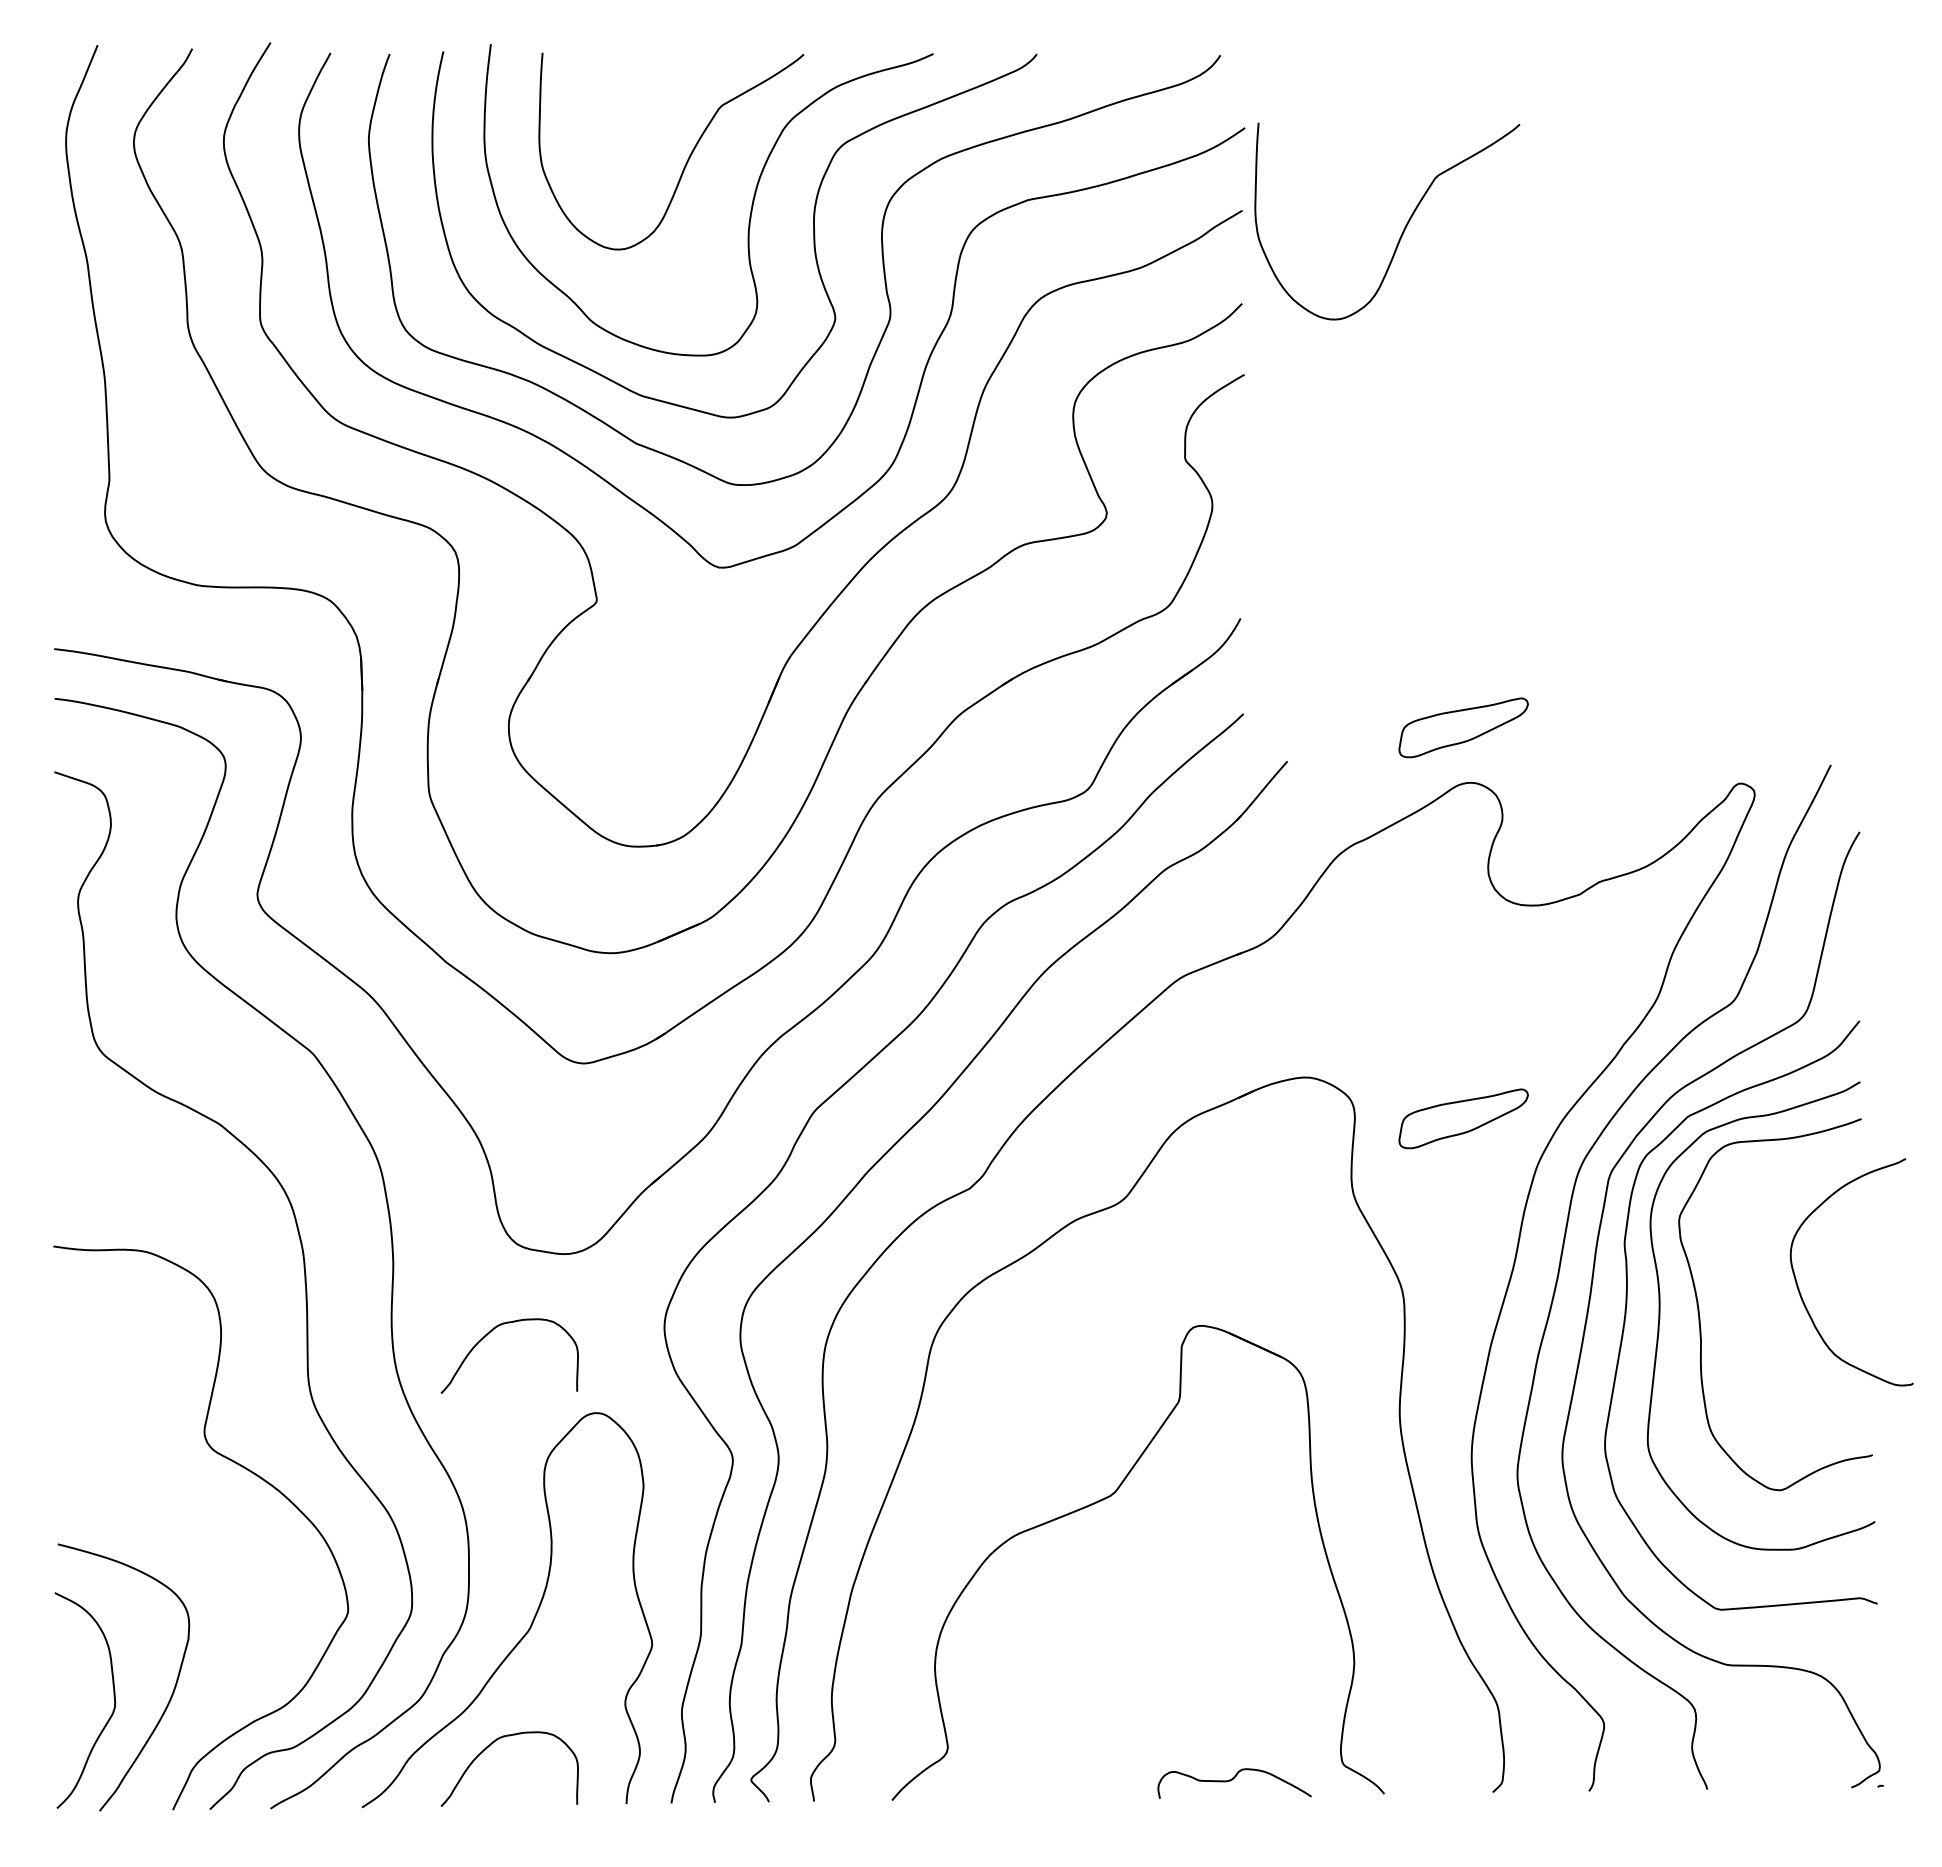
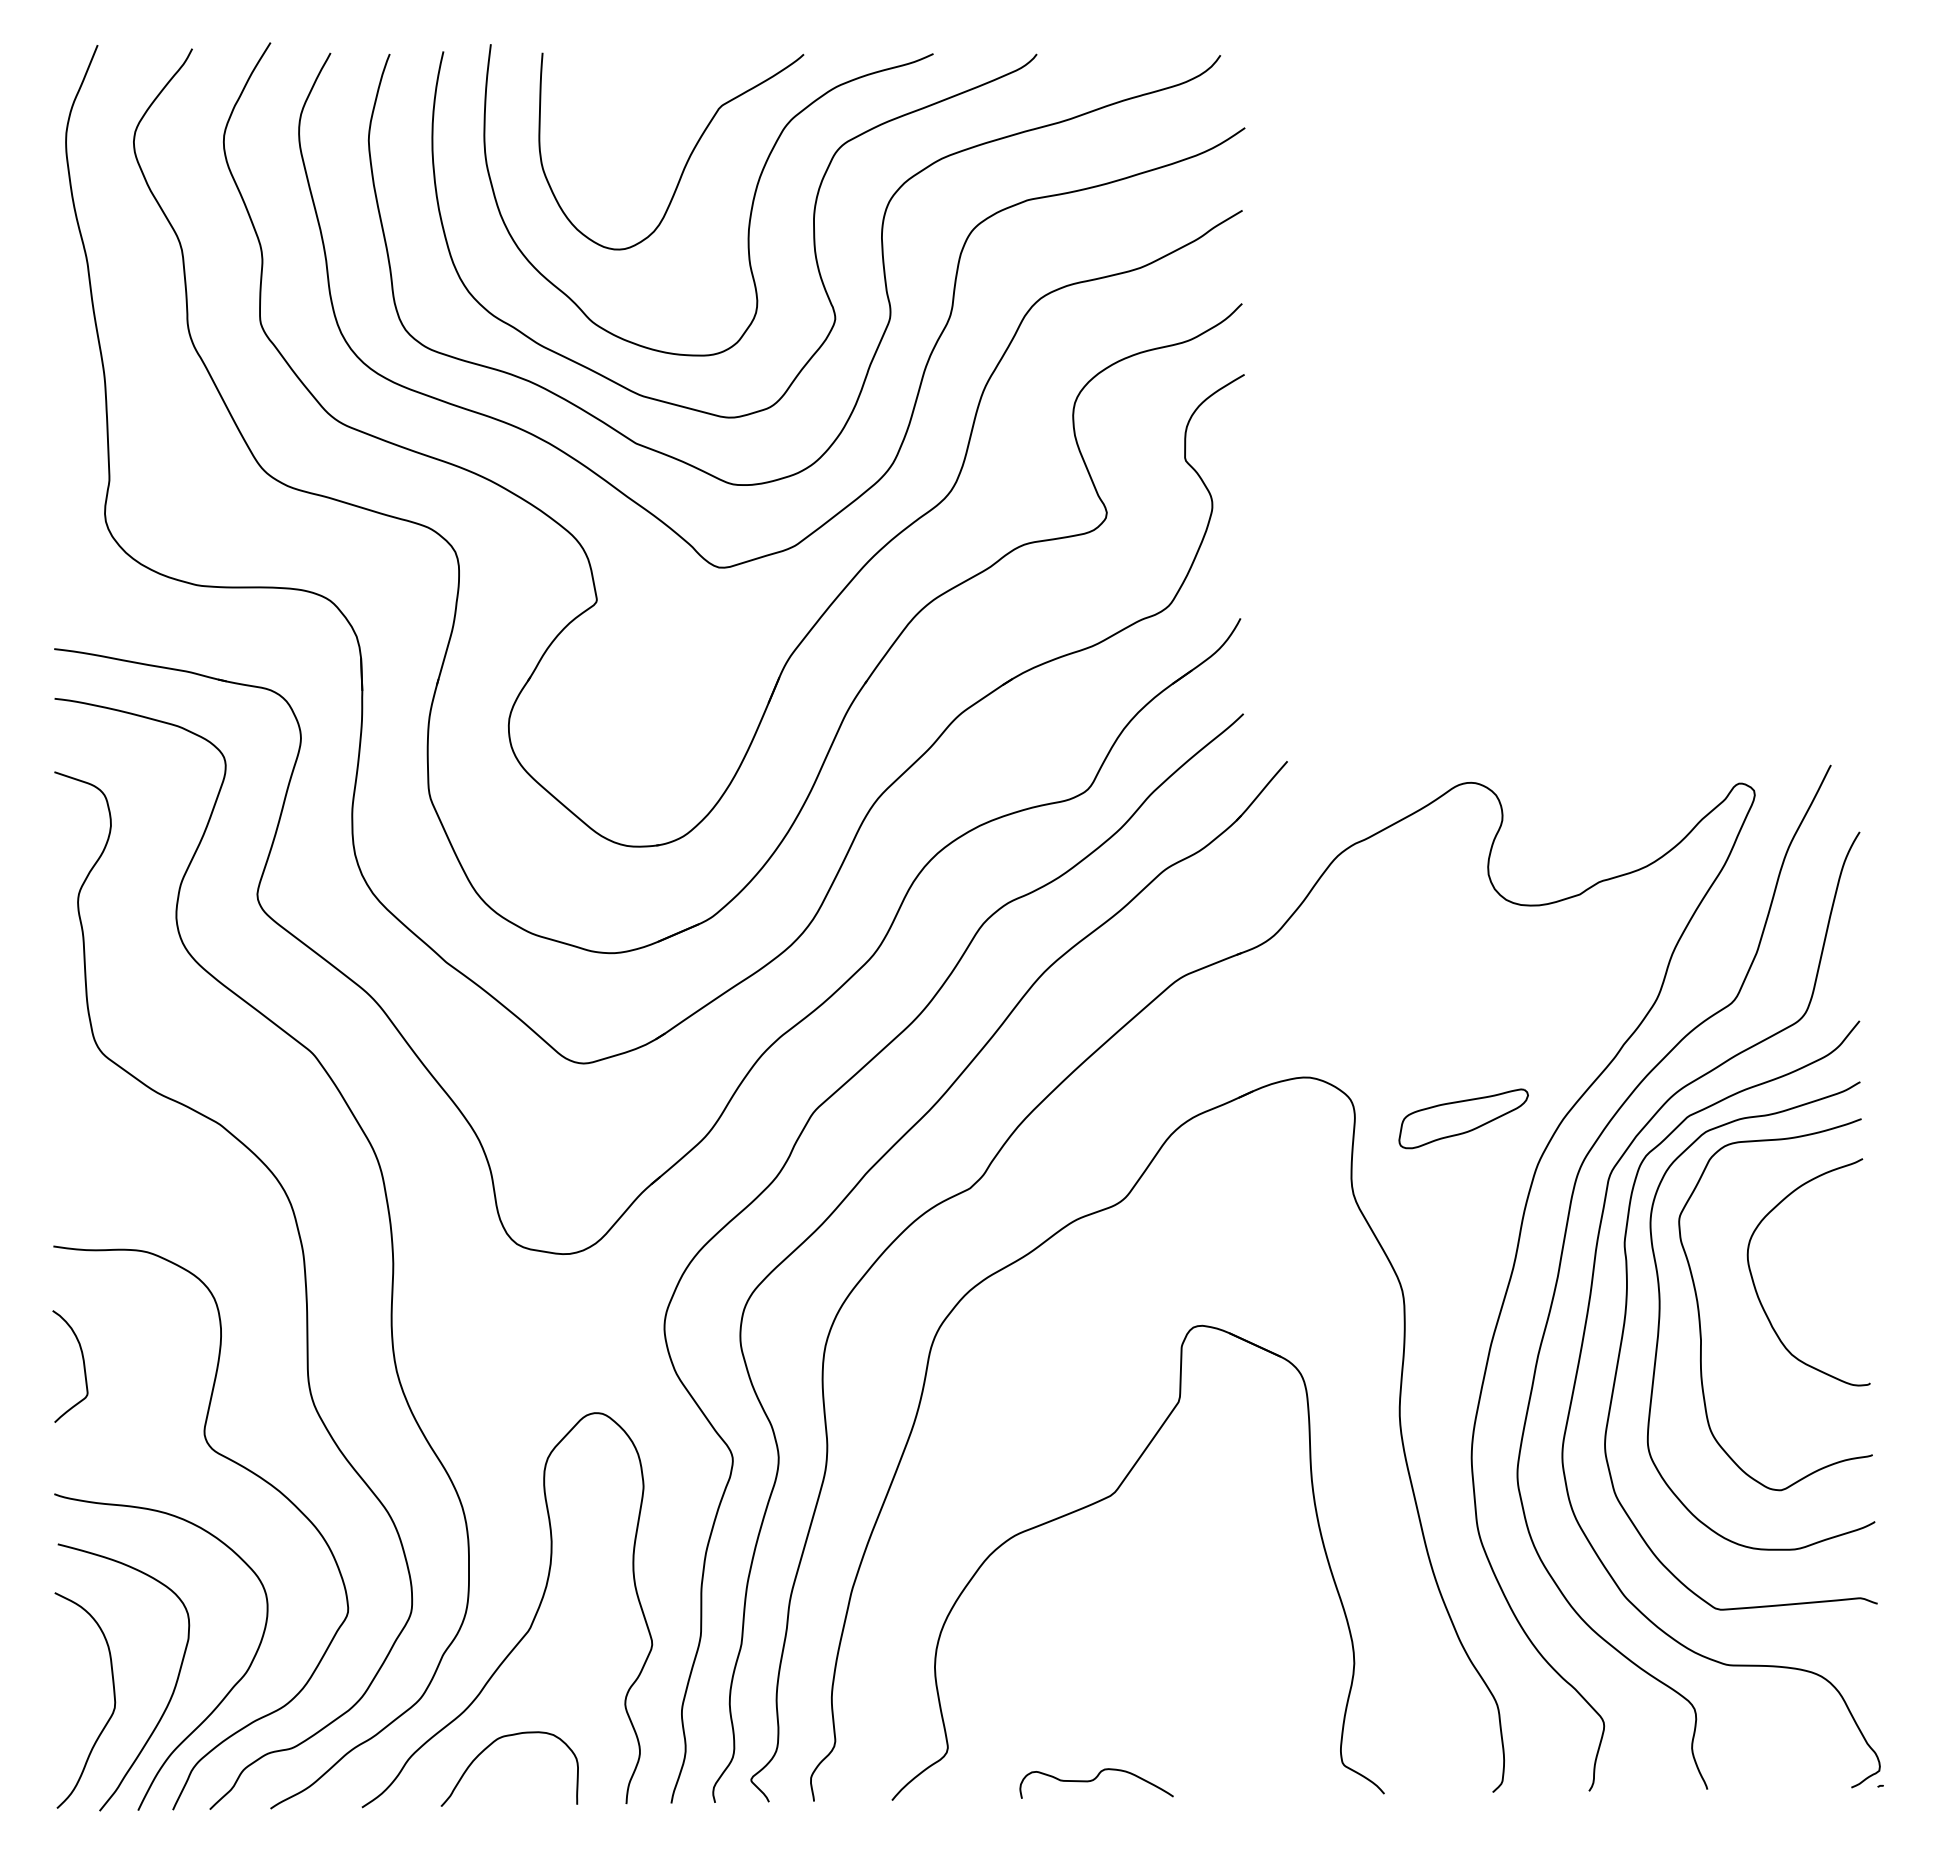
curve at (1403, 229): present -> none
part at (1463, 727): present -> none
curve at (1799, 1288) position: (1799, 1288) -> (1756, 1288)
curve at (492, 1331): present -> none
curve at (83, 1366): none -> present
curve at (217, 1704): none -> present
curve at (1232, 1780) position: (1232, 1780) -> (1094, 1780)
